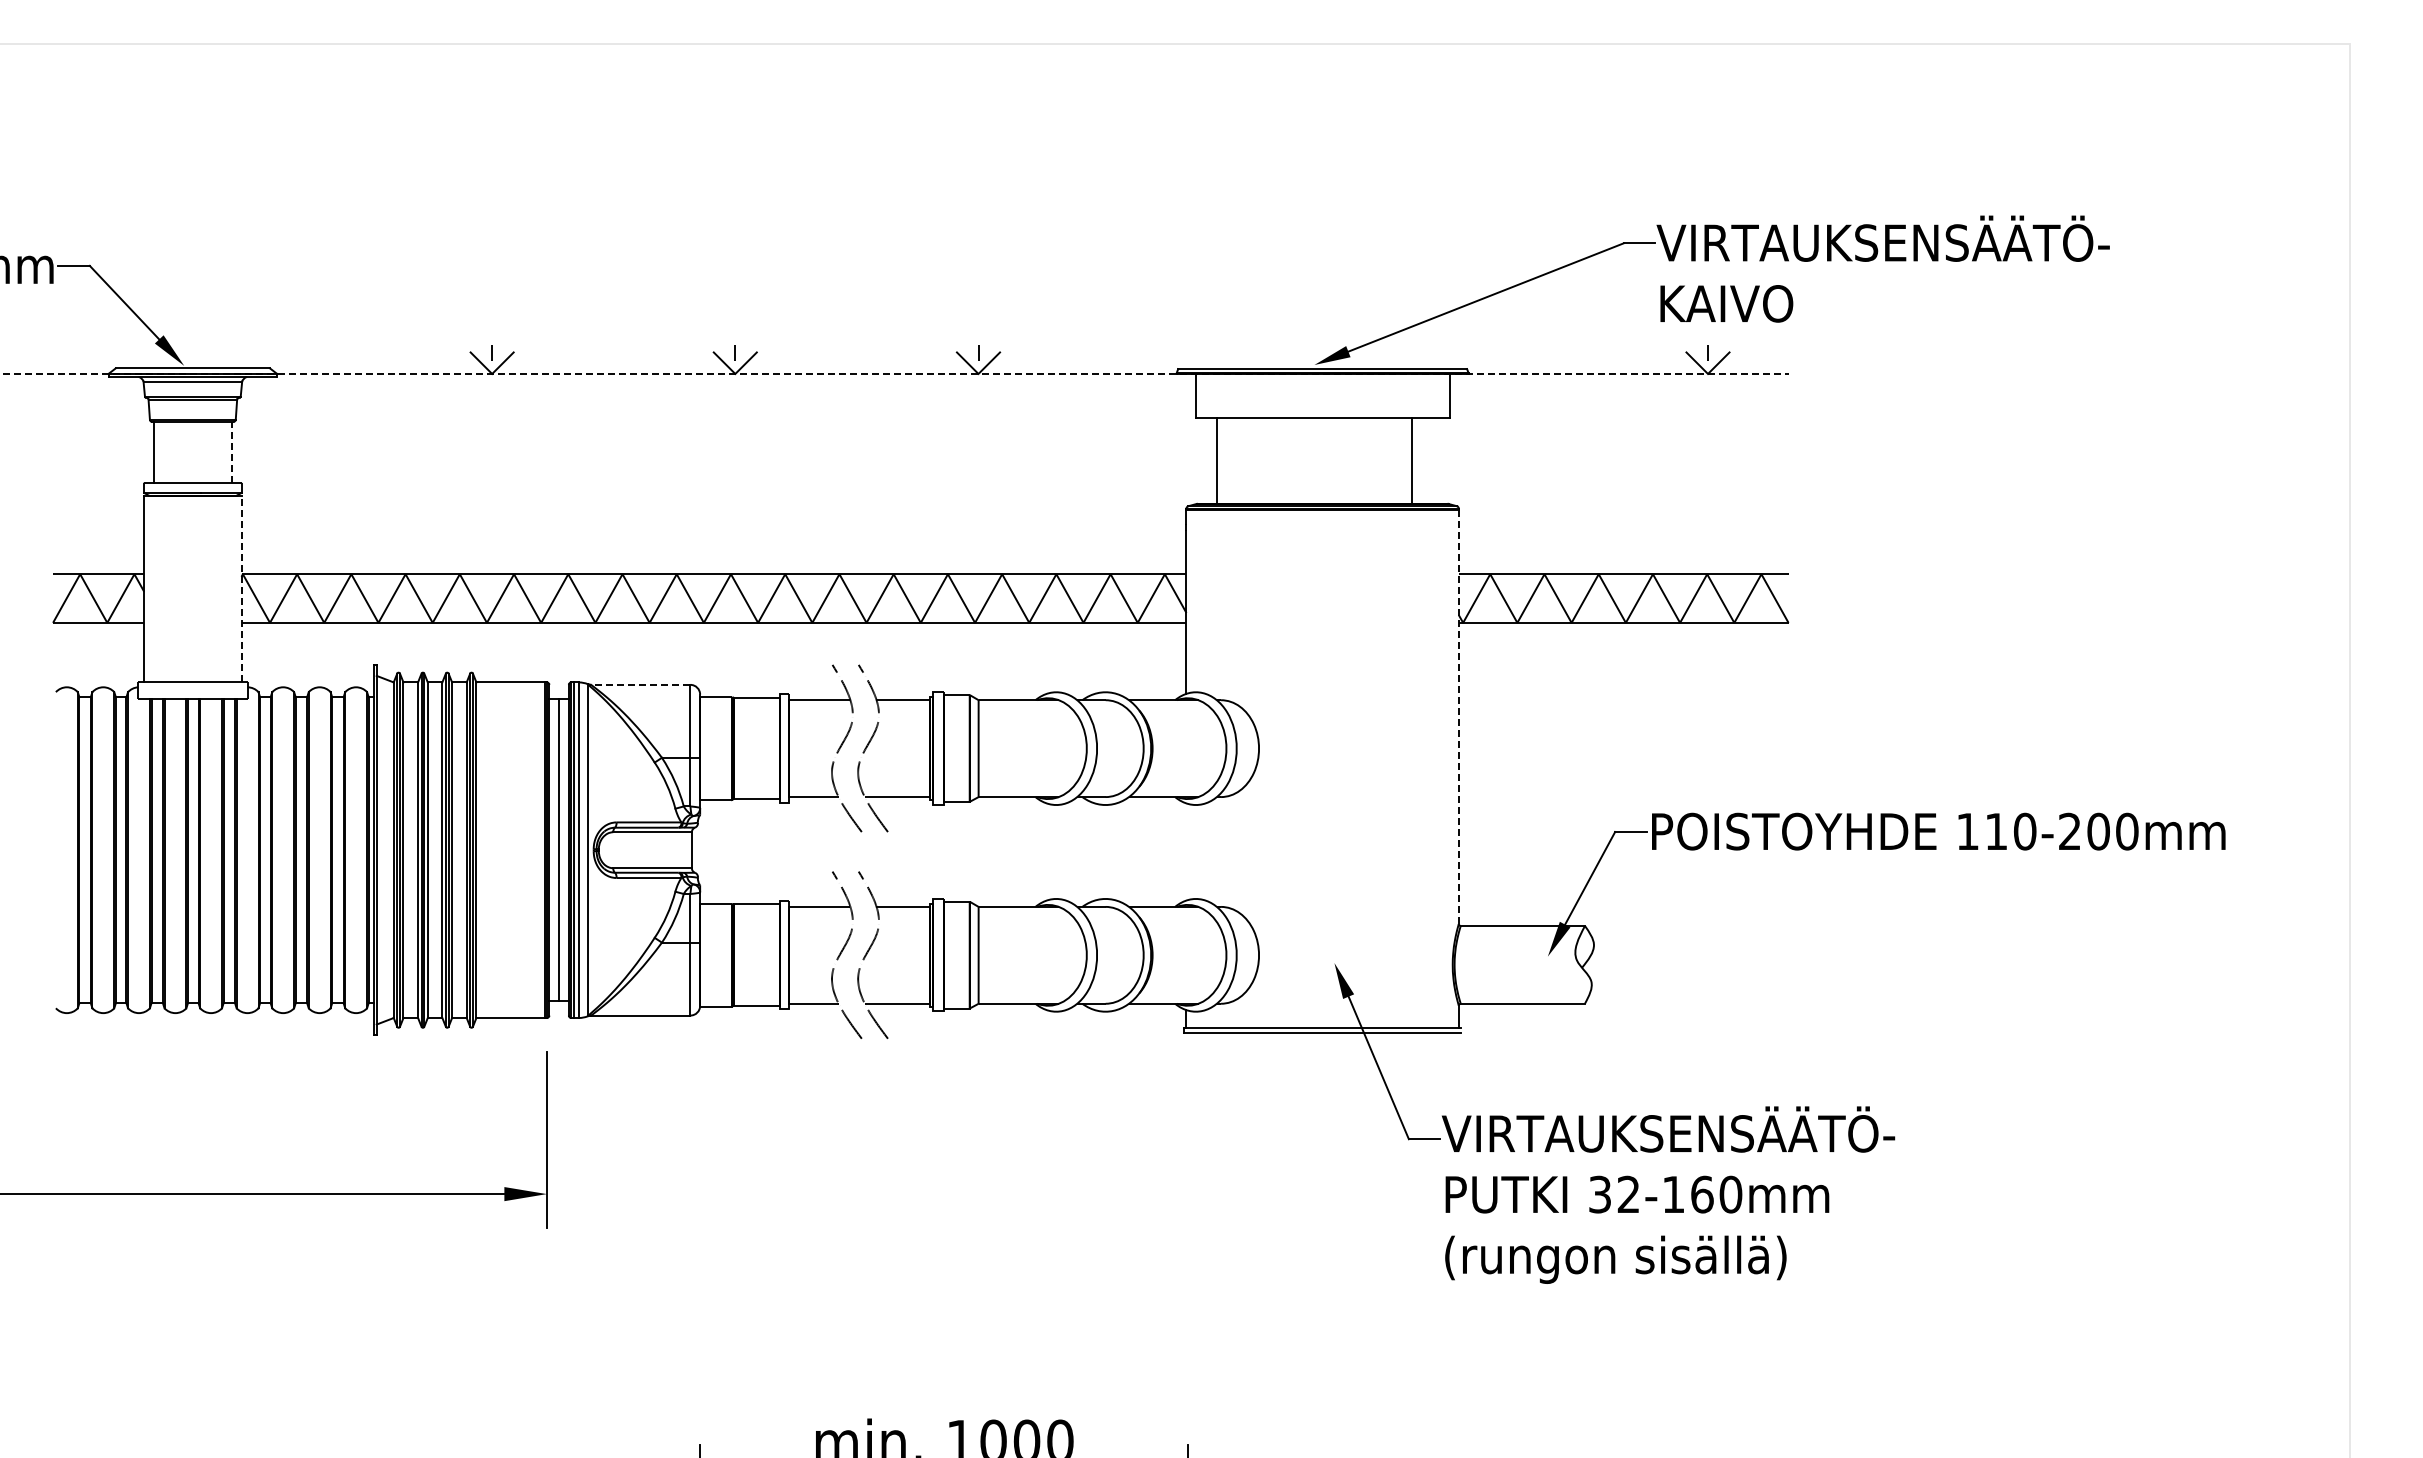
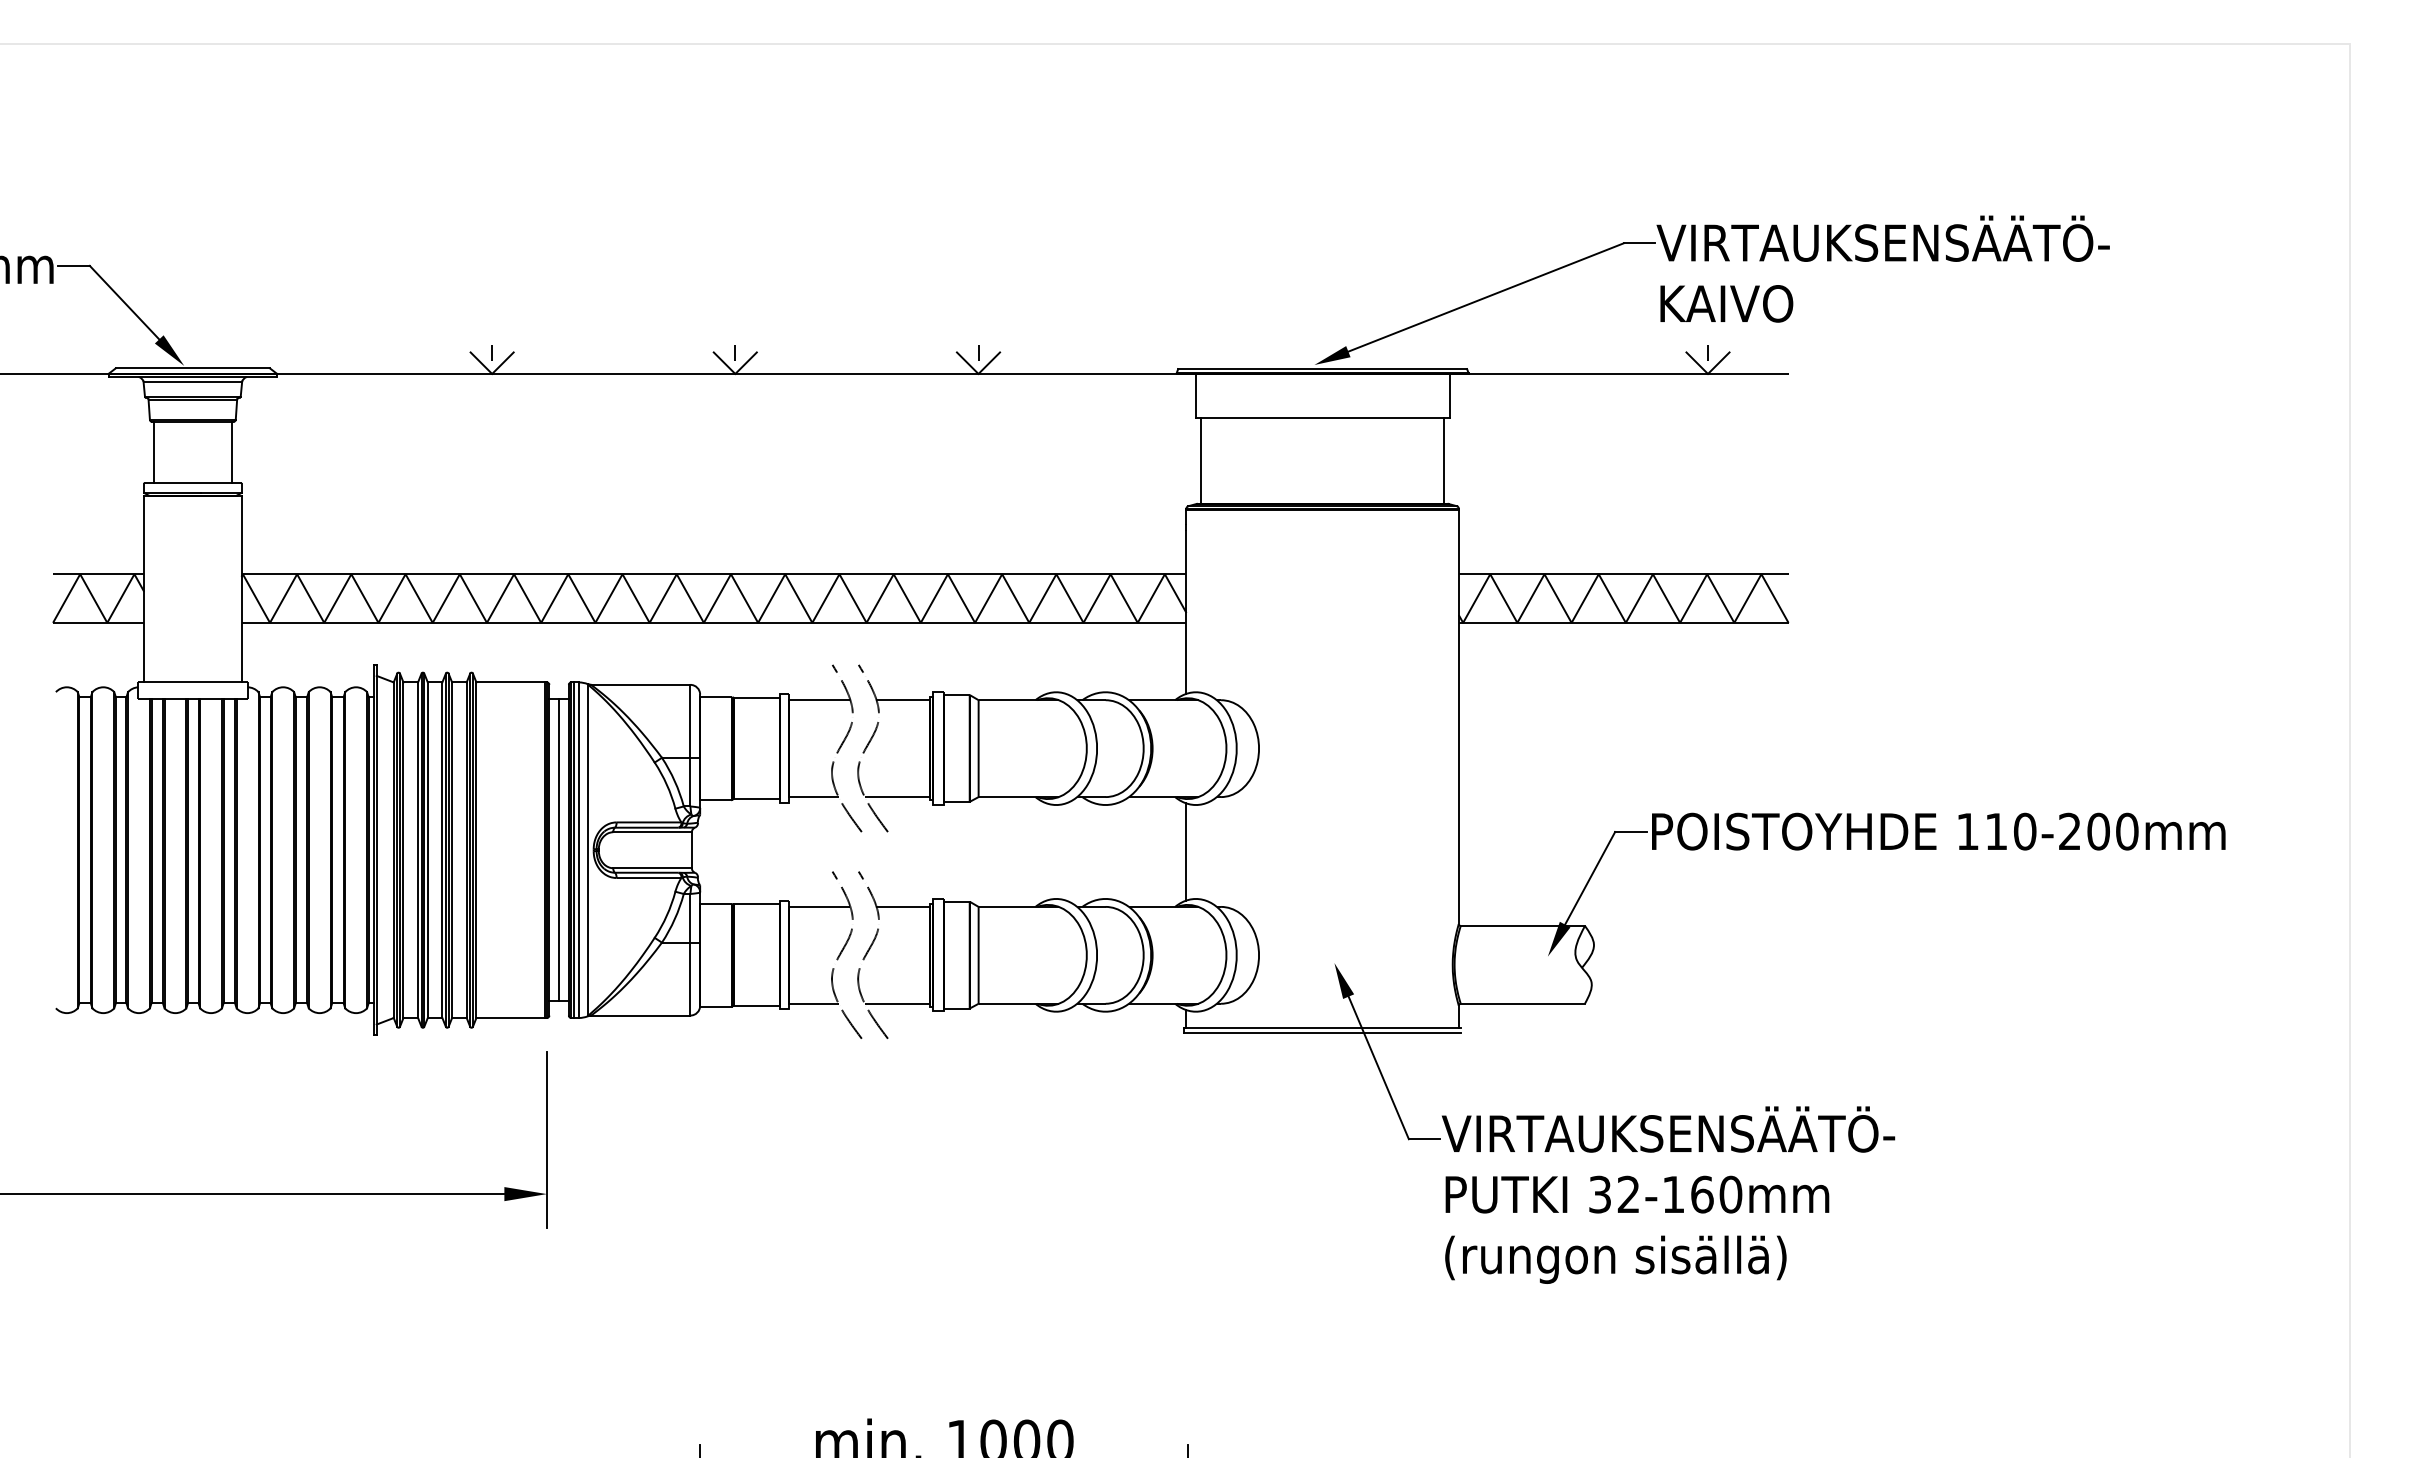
line at (894, 373): dashed -> solid
line at (231, 452): dashed -> solid
line at (1217, 460) position: (1217, 460) -> (1201, 460)
line at (1412, 460) position: (1412, 460) -> (1444, 460)
line at (241, 588): dashed -> solid
line at (640, 684): dashed -> solid
line at (1458, 717): dashed -> solid
line at (1186, 851): none -> present
